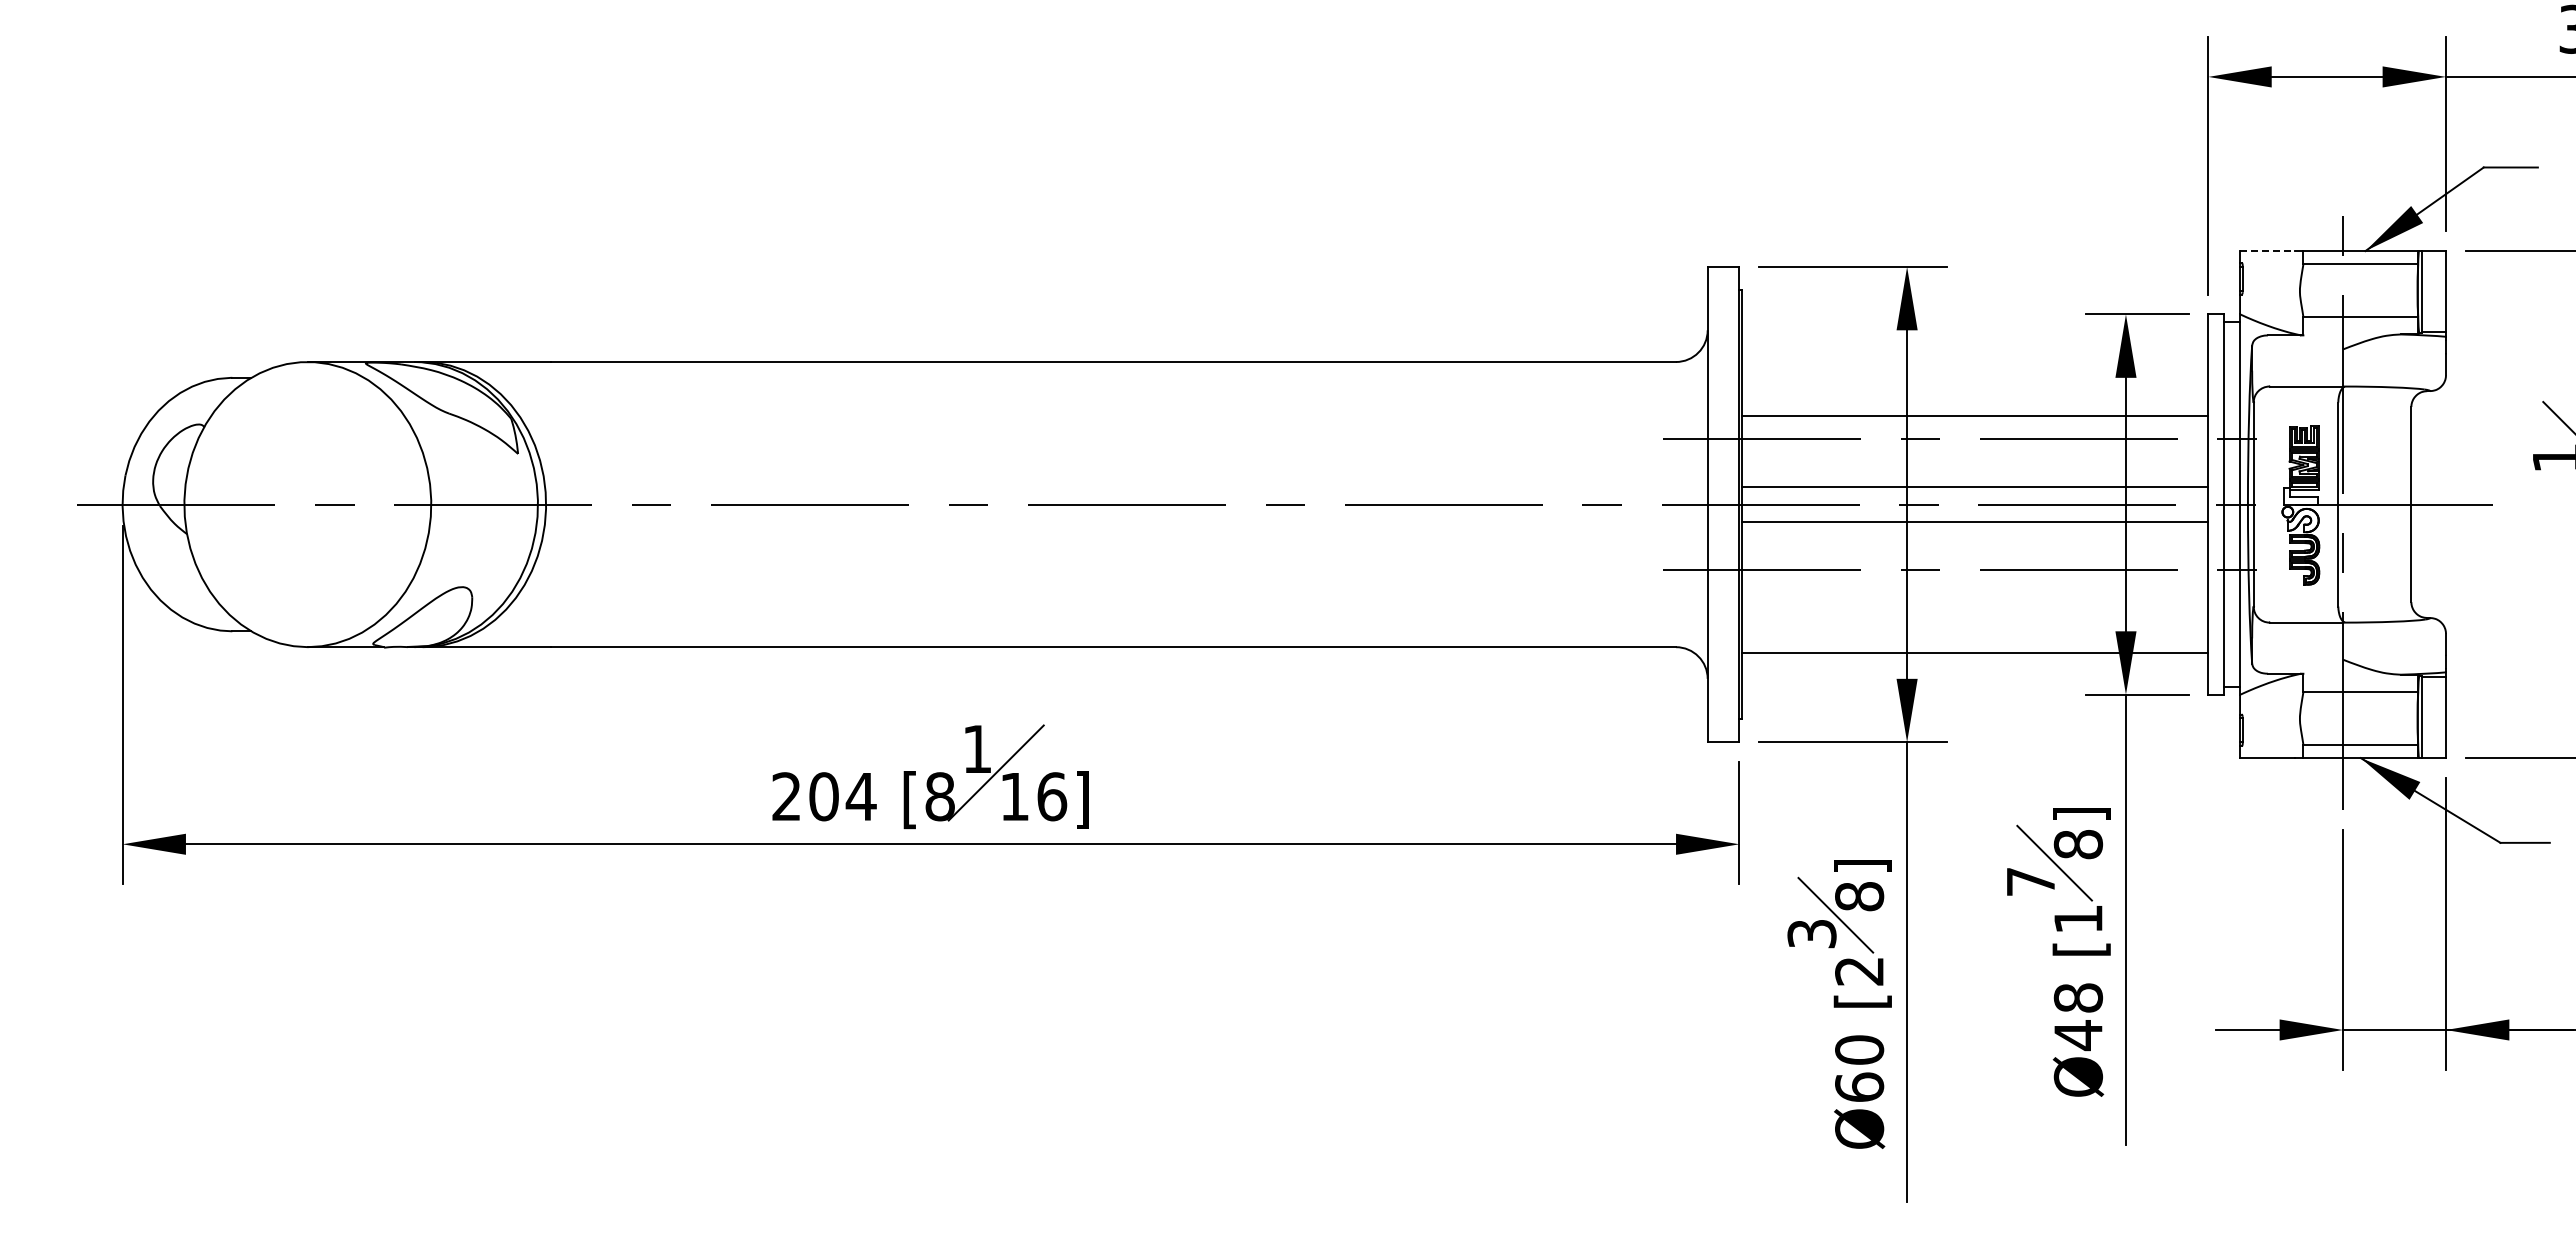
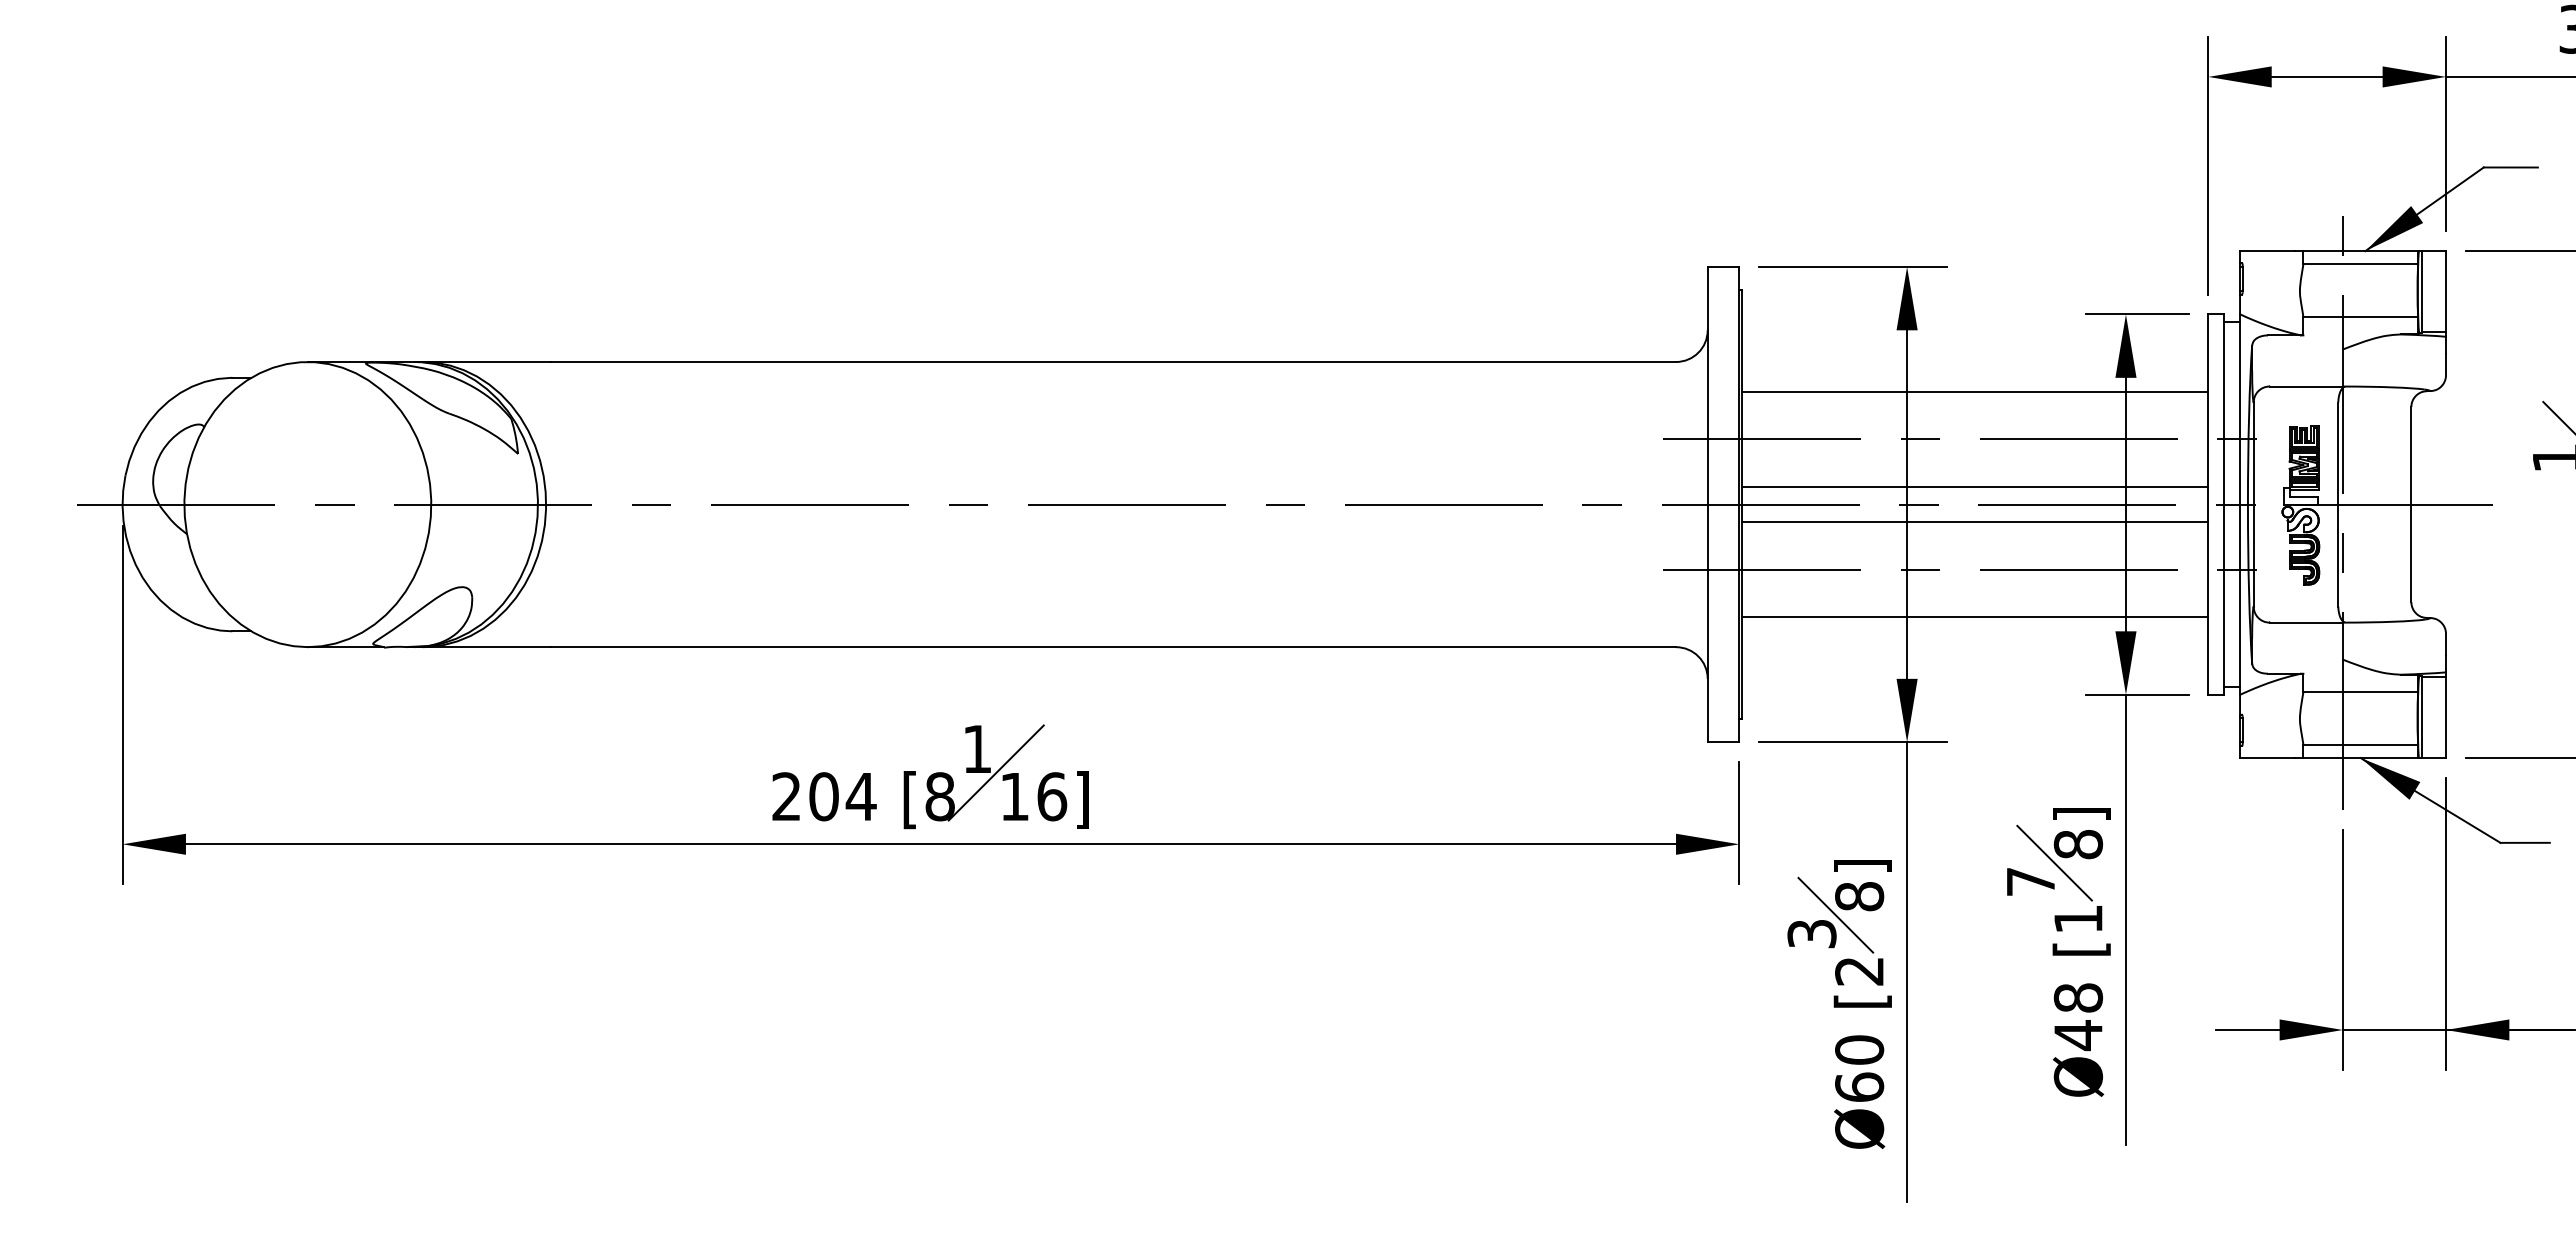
line at (2267, 251): dashed -> solid
line at (1974, 415) position: (1974, 415) -> (1974, 391)
line at (1974, 653) position: (1974, 653) -> (1974, 617)
